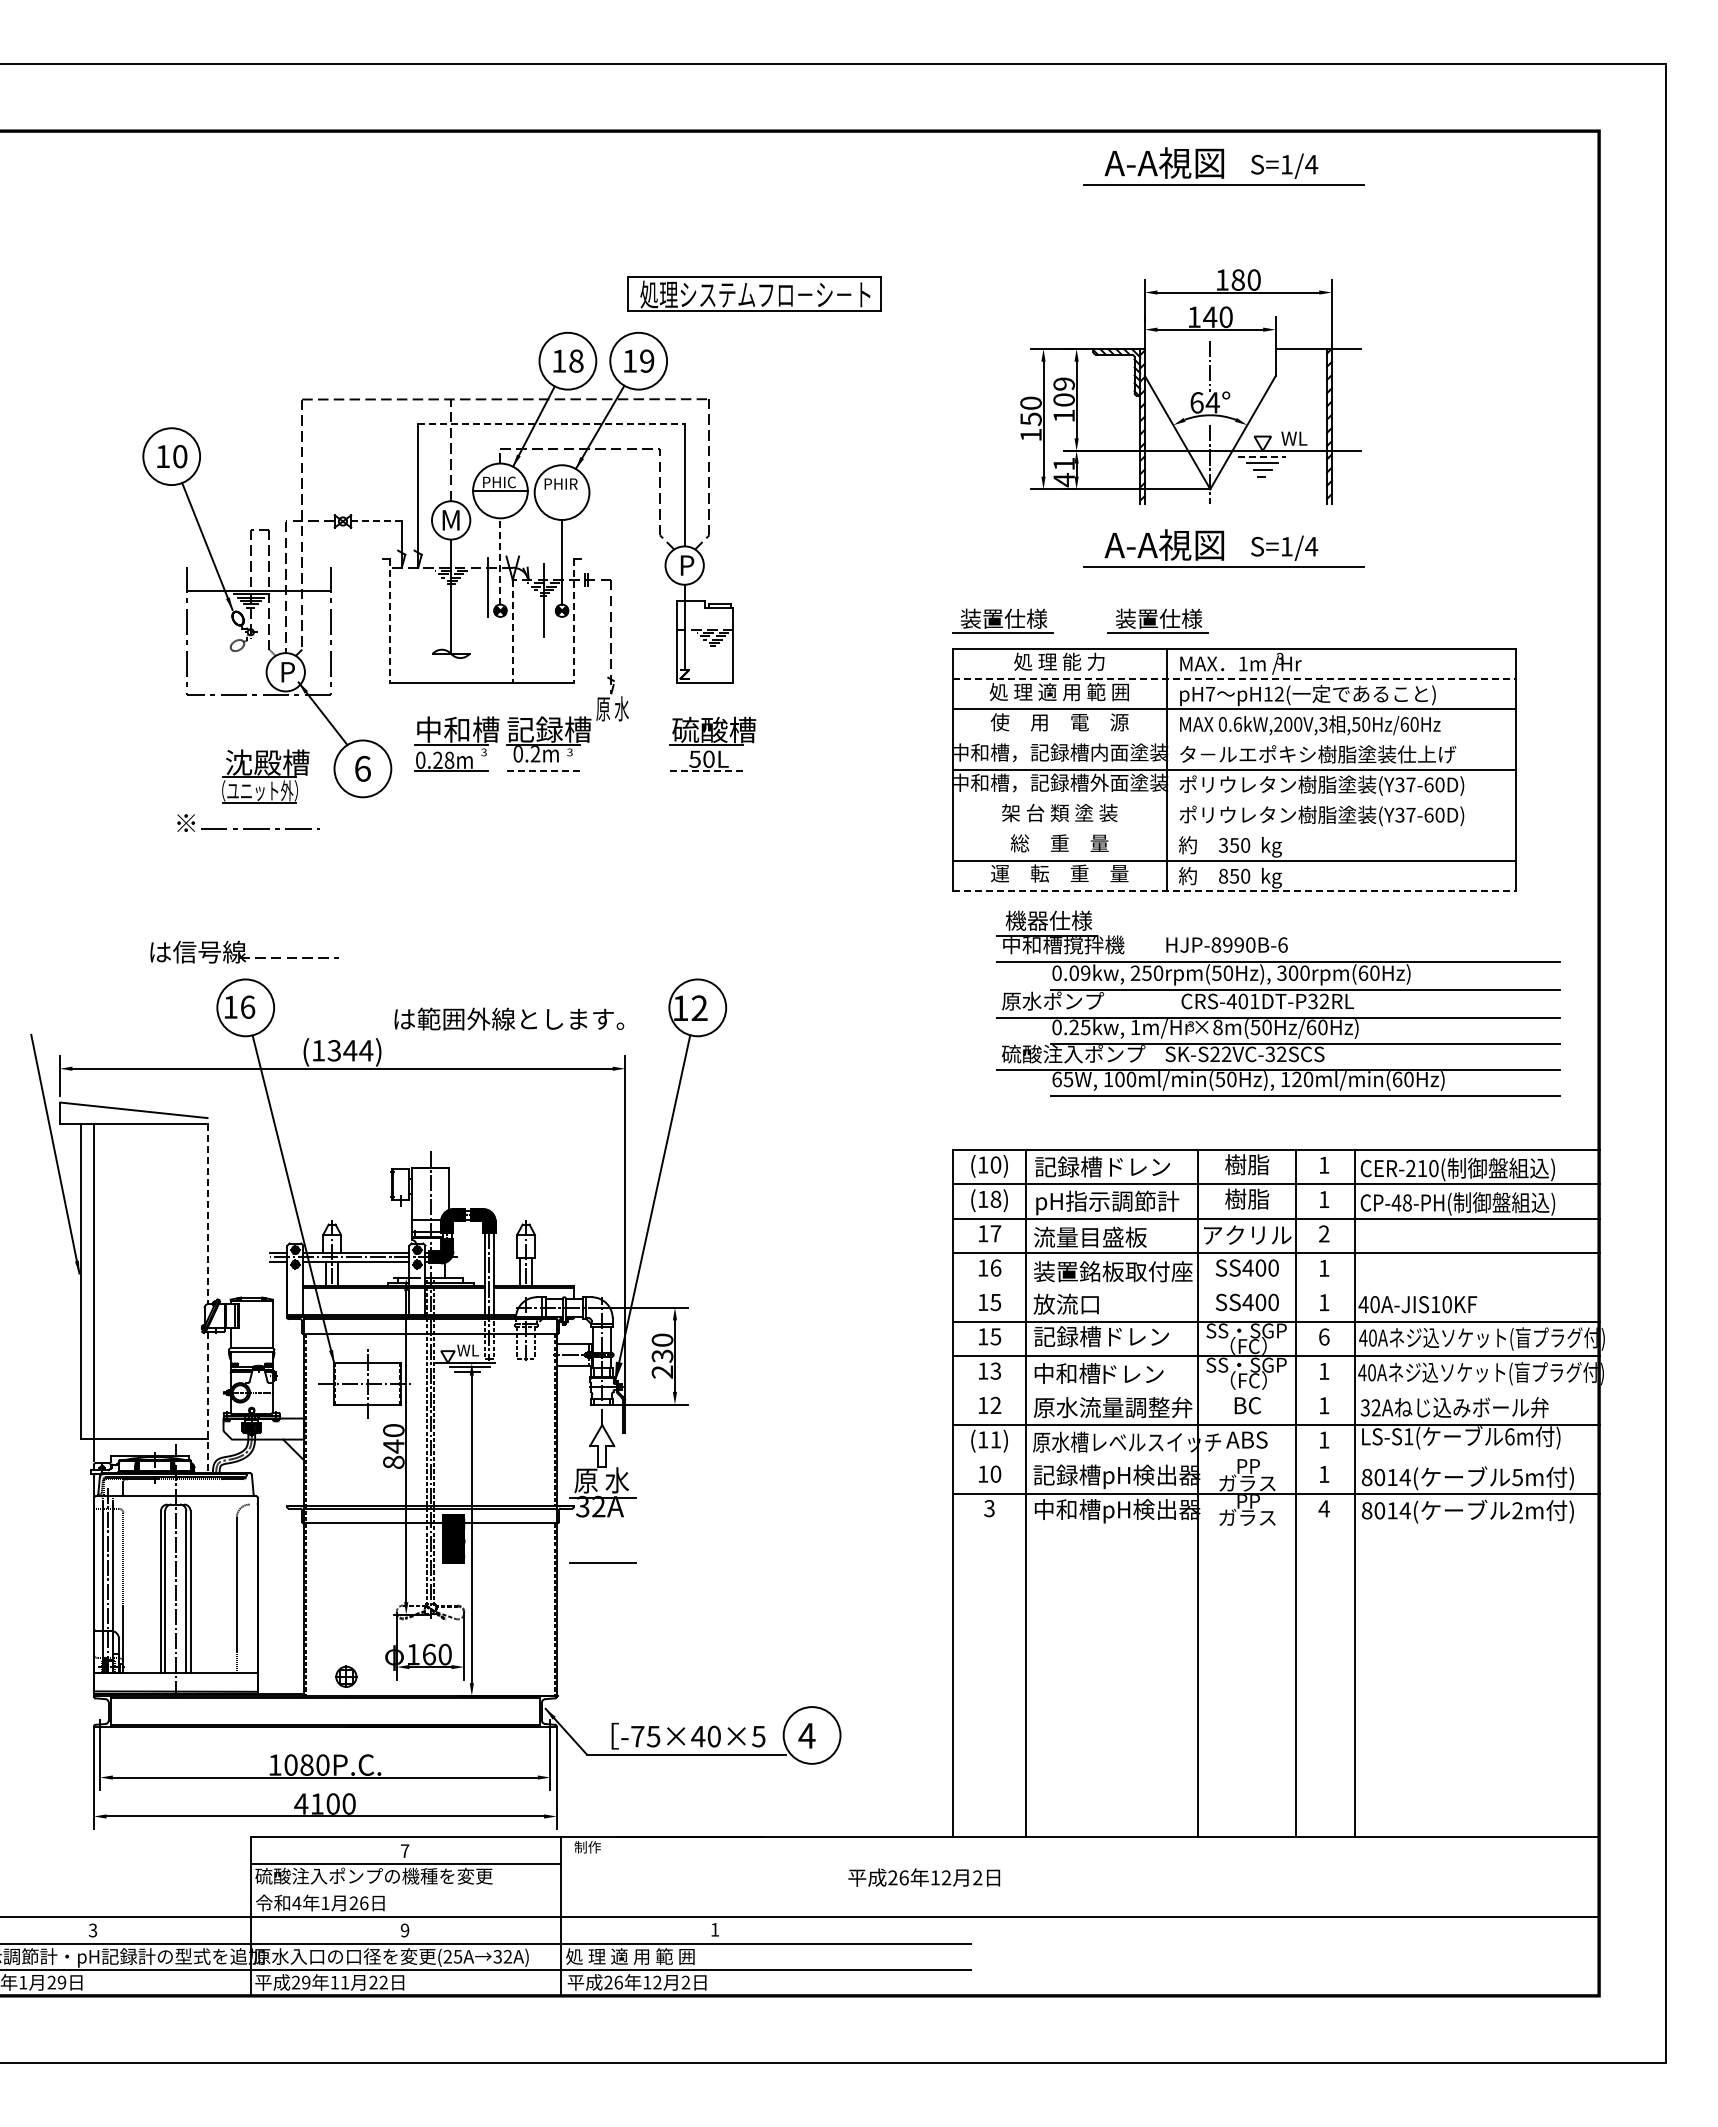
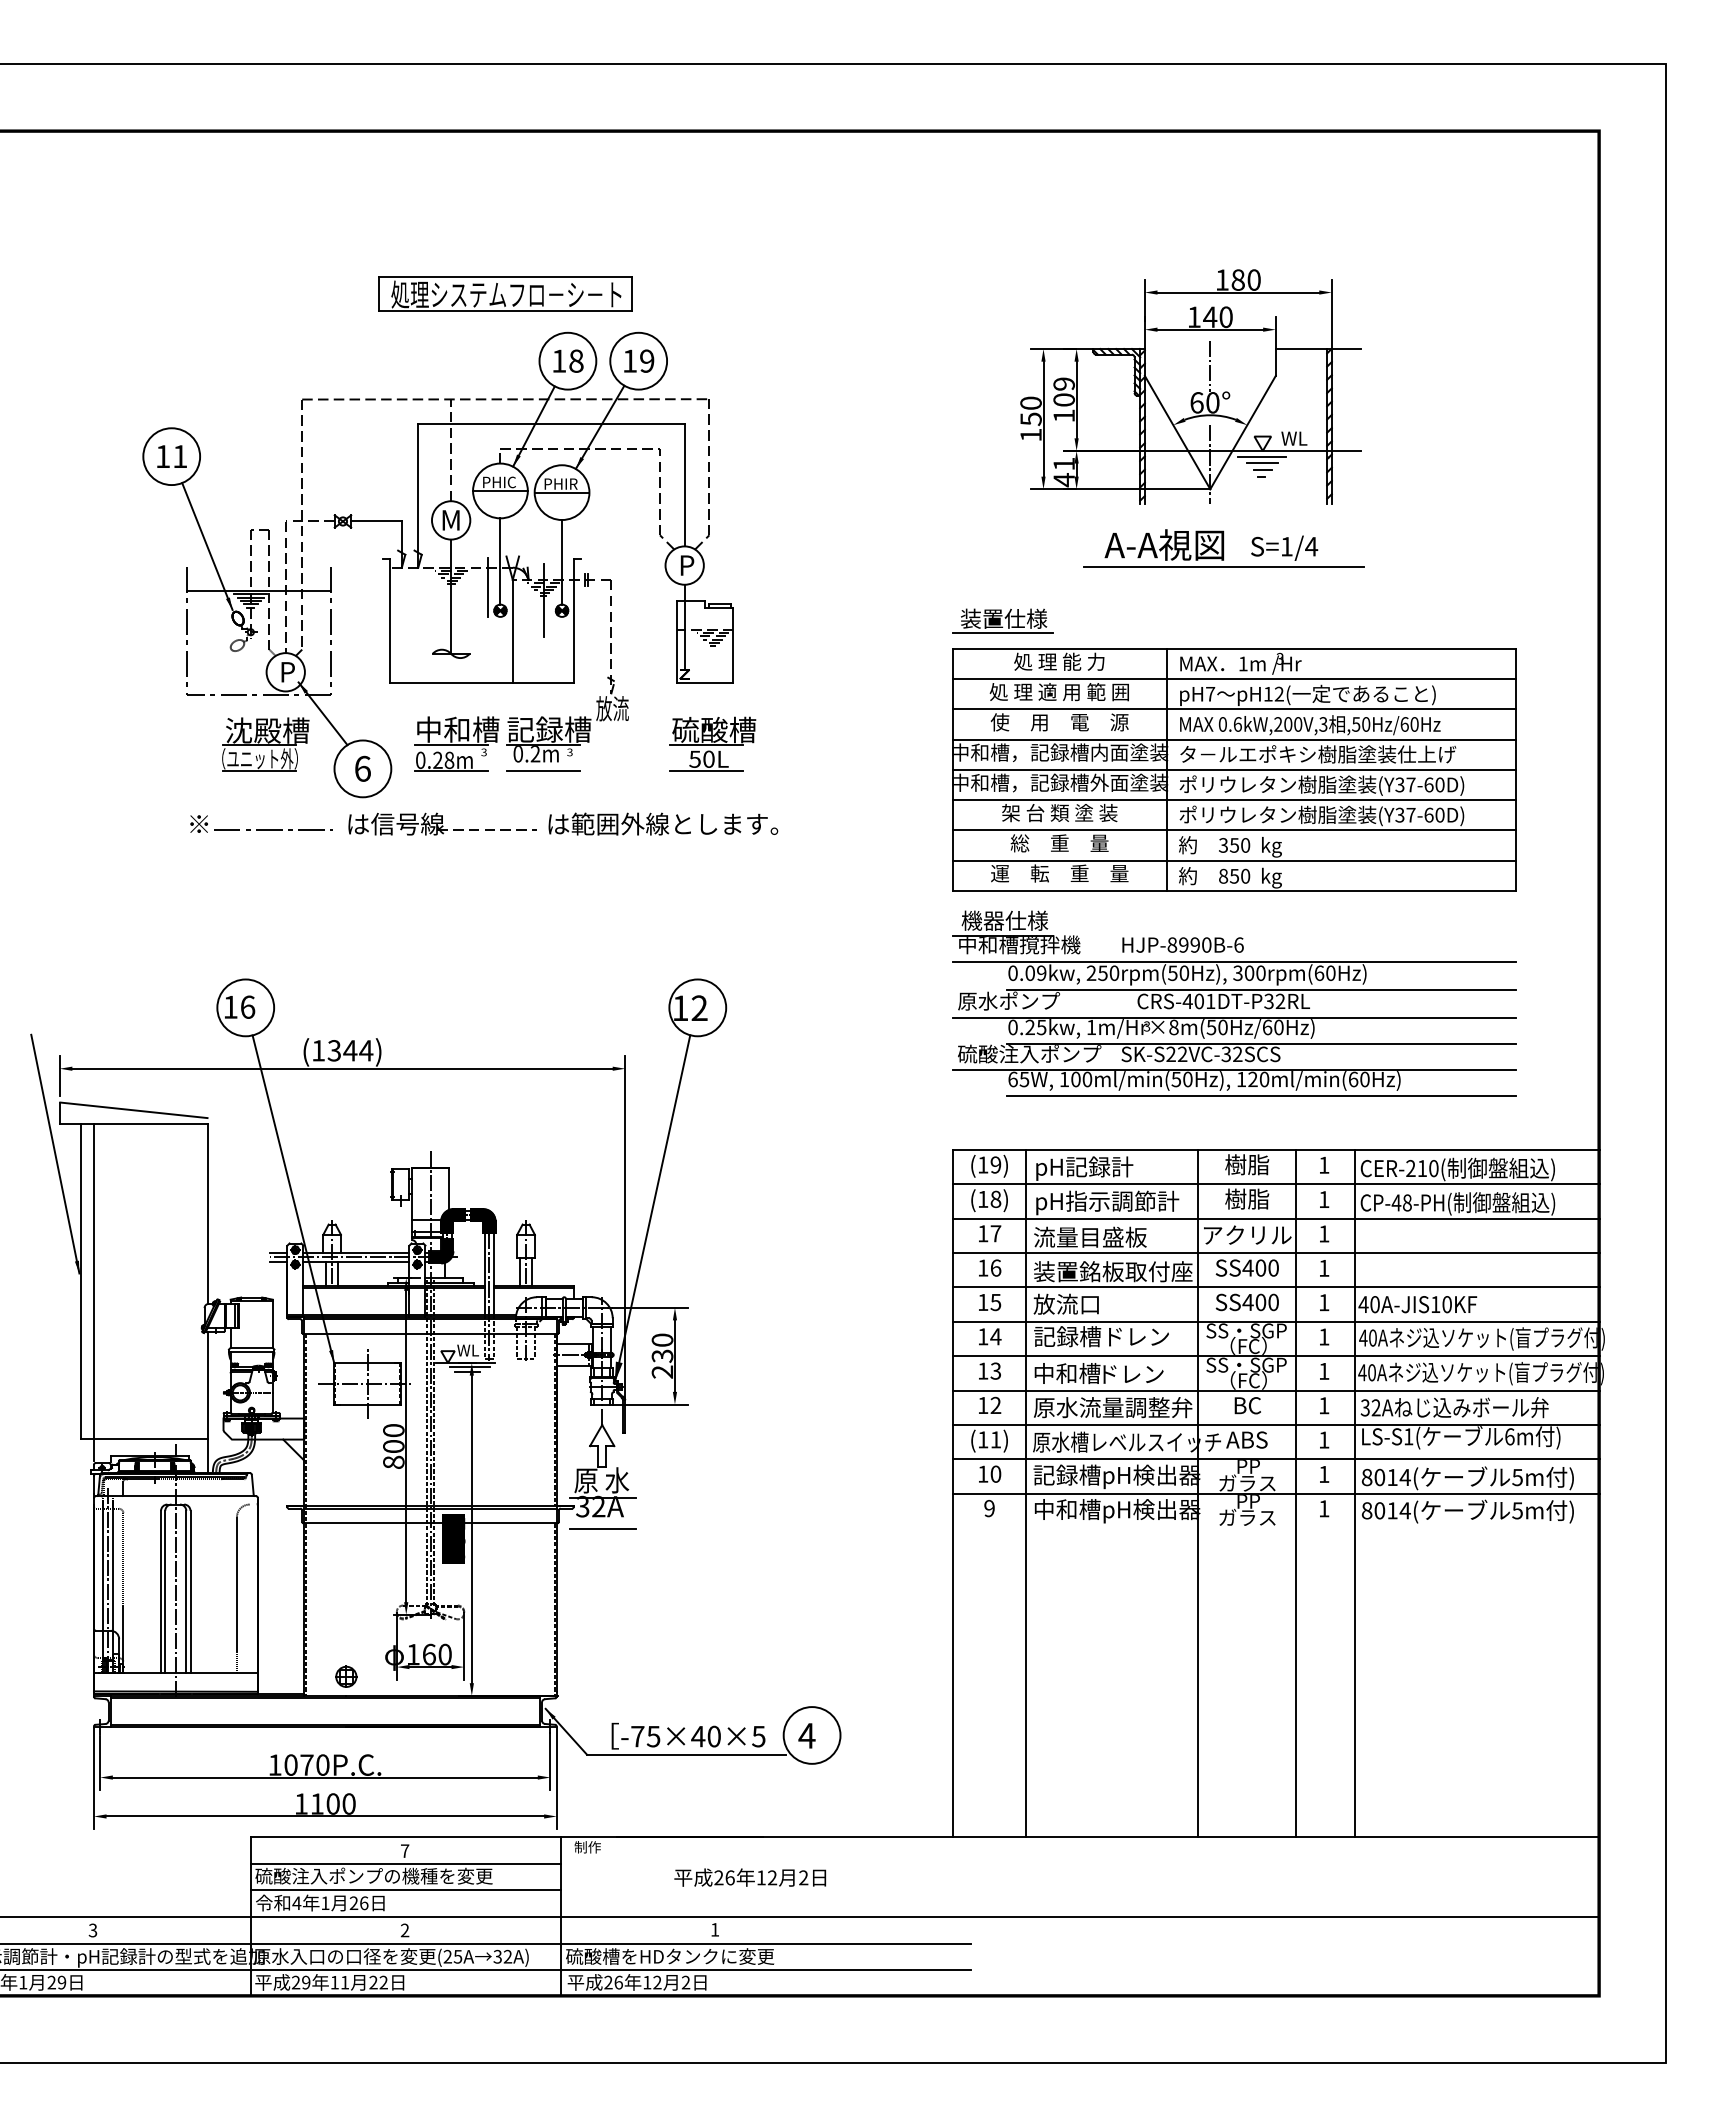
part at (1223, 166): present -> none
part at (754, 293) position: (754, 293) -> (505, 293)
text at (1212, 402): 64° -> 60°
line at (552, 423): dashed -> solid
text at (180, 456): 10 -> 11
line at (1262, 456): dashed -> solid
line at (561, 492): none -> present
line at (376, 521): dashed -> solid
line at (500, 560): dashed -> solid
part at (1157, 620): present -> none
line at (389, 621): dashed -> solid
line at (574, 621): dashed -> solid
line at (512, 631): dashed -> solid
line at (1234, 679): dashed -> solid
text at (612, 708): 原 水 -> 放流
line at (1234, 739): none -> present
line at (543, 771): dashed -> solid
line at (706, 771): dashed -> solid
part at (265, 776) position: (265, 776) -> (265, 744)
line at (1234, 800): none -> present
part at (248, 822) position: (248, 822) -> (261, 823)
line at (1234, 830): none -> present
line at (1234, 890): dashed -> solid
part at (244, 951) position: (244, 951) -> (442, 823)
part at (1278, 1003) position: (1278, 1003) -> (1234, 1003)
text at (509, 1018) position: (509, 1018) -> (663, 823)
text at (995, 1164): (10) -> (19)
text at (1102, 1168): 記録槽ドレン -> pH記録計
line at (207, 1214): dashed -> solid
text at (1324, 1233): 2 -> 1
line at (1275, 1287): none -> present
text at (995, 1336): 15 -> 14
text at (1324, 1336): 6 -> 1
line at (1275, 1390): none -> present
line at (207, 1403): dashed -> solid
text at (393, 1446): 840 -> 800
line at (1275, 1459): none -> present
text at (989, 1508): 3 -> 9
text at (1323, 1508): 4 -> 1
text at (1517, 1510): 2m -> 5m
line at (602, 1562) position: (602, 1562) -> (602, 1528)
text at (306, 1764): 1080P.C. -> 1070P.C.
text at (301, 1803): 4100 -> 1100
text at (924, 1877) position: (924, 1877) -> (750, 1877)
line at (405, 1890): none -> present
text at (404, 1930): 9 -> 2
text at (670, 1956): 処 理 適 用 範 囲 -> 硫酸槽をHDタンクに変更
